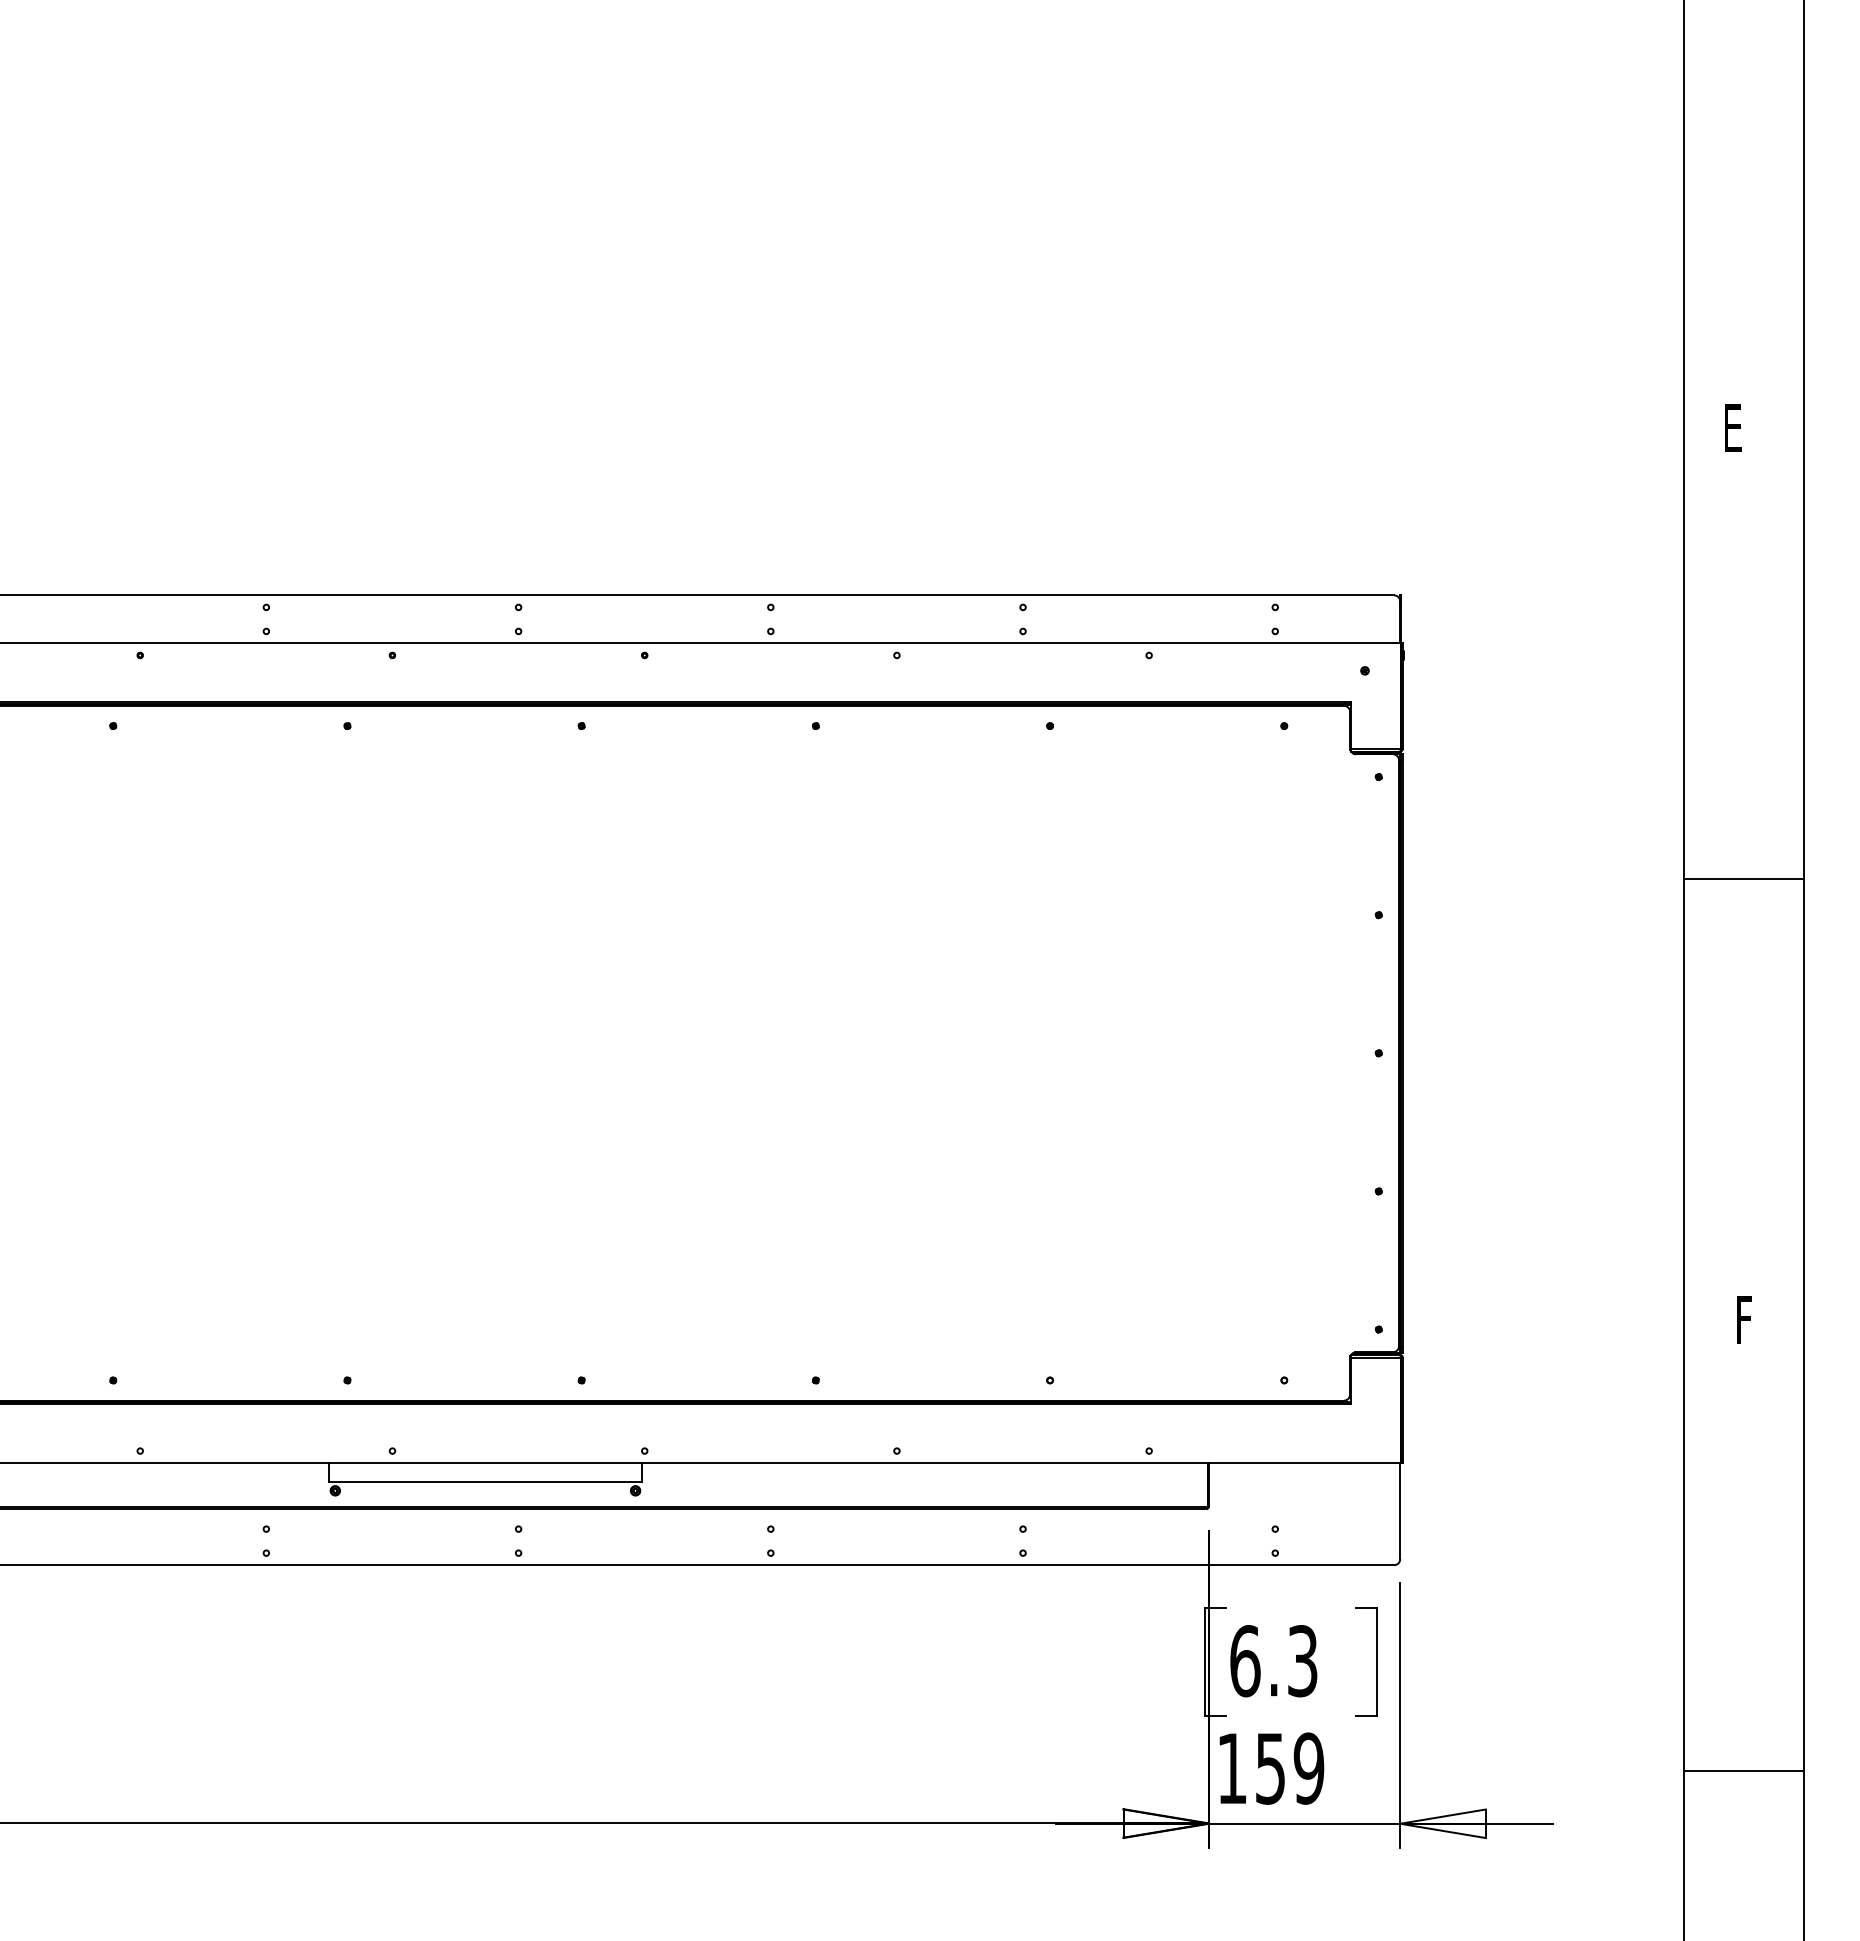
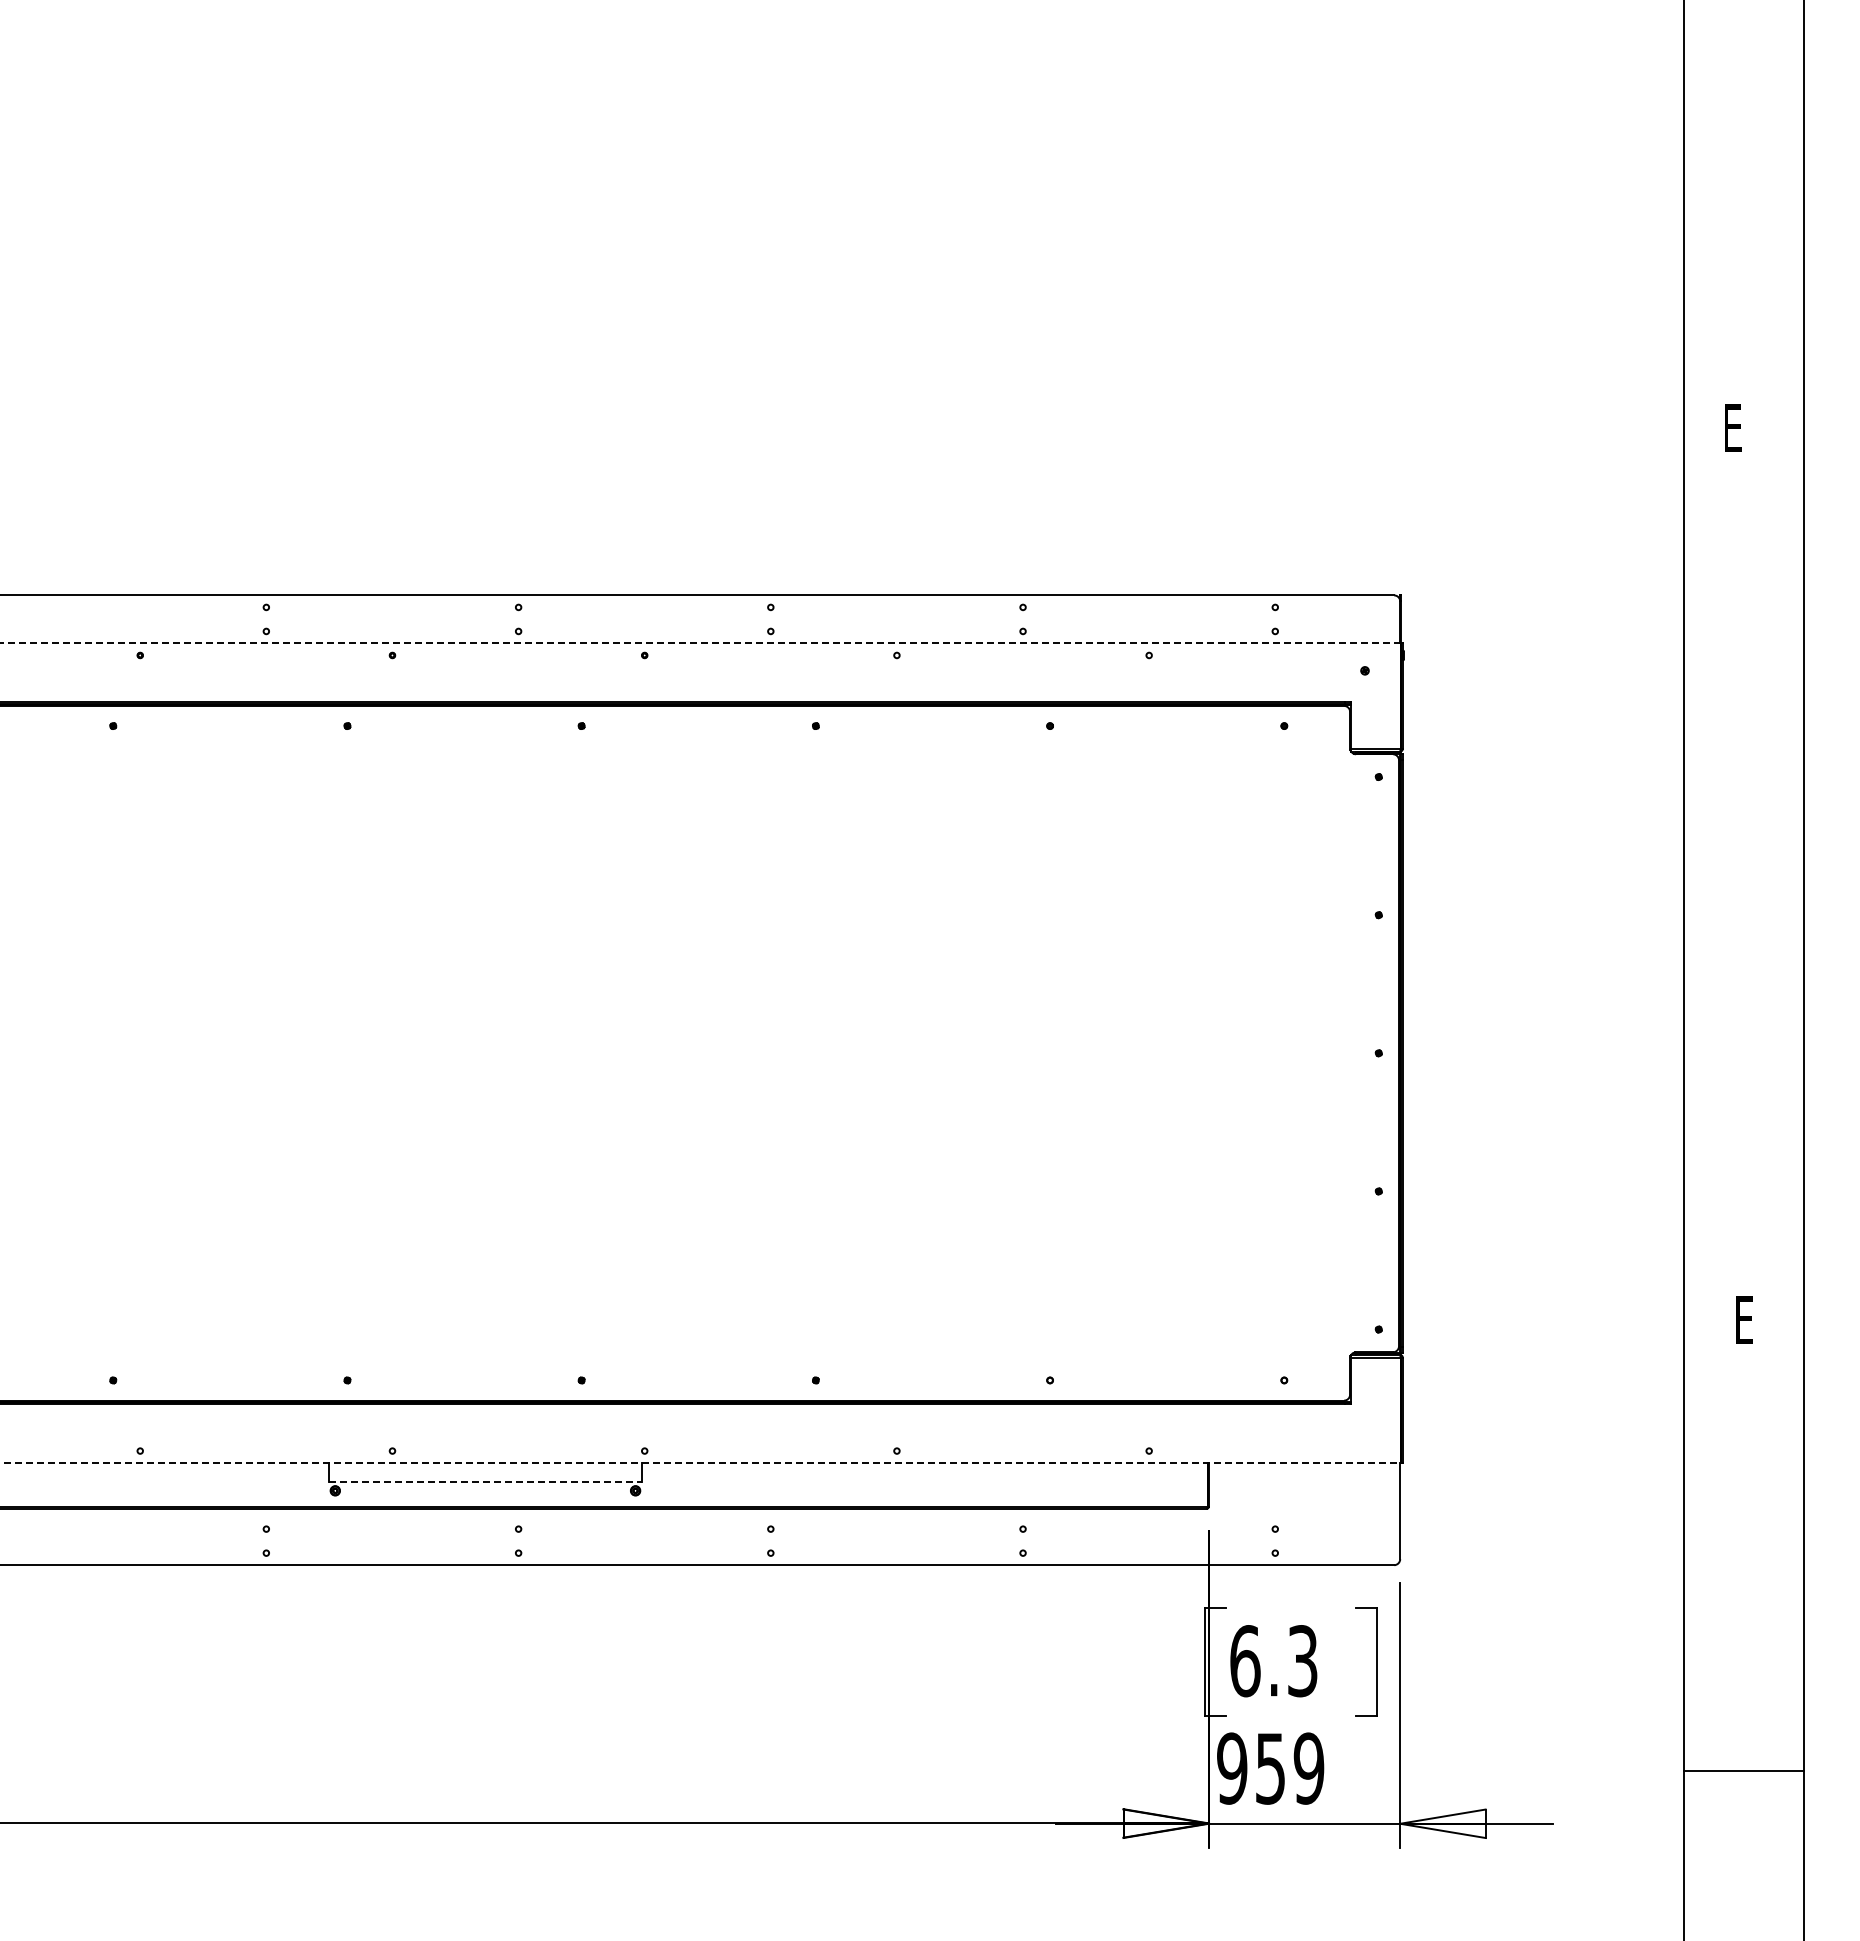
line at (700, 643): solid -> dashed
line at (1744, 878): present -> none
text at (1744, 1319): F -> E
line at (700, 1463): solid -> dashed
line at (485, 1481): solid -> dashed
text at (1232, 1768): 159 -> 959
